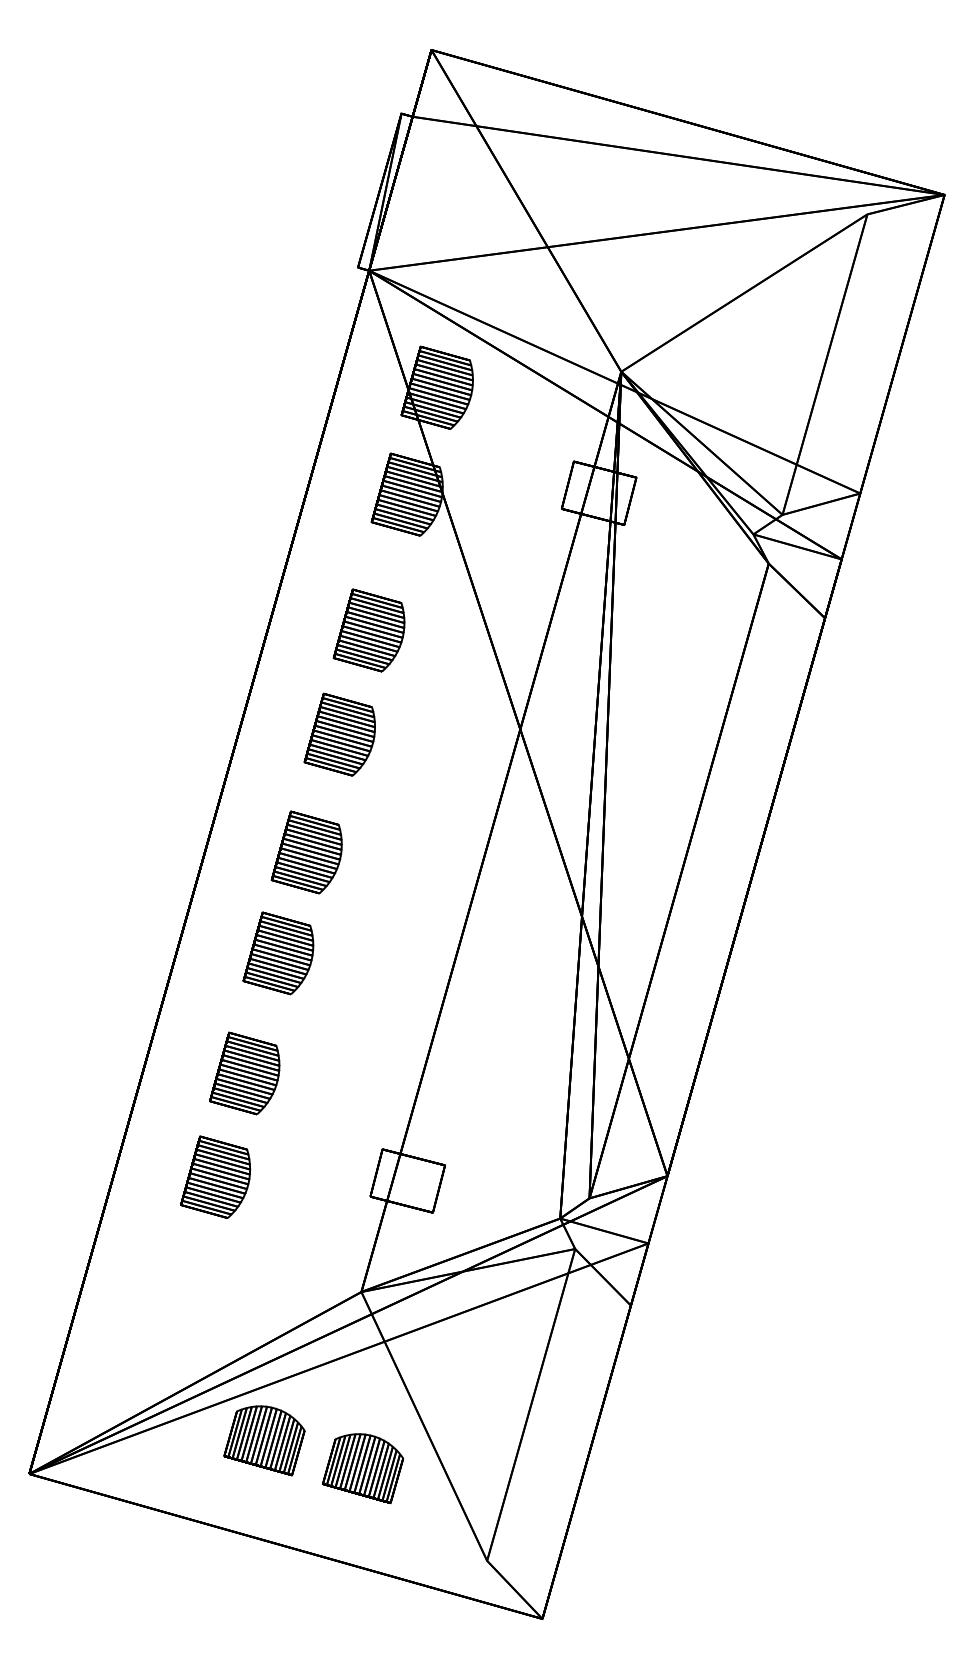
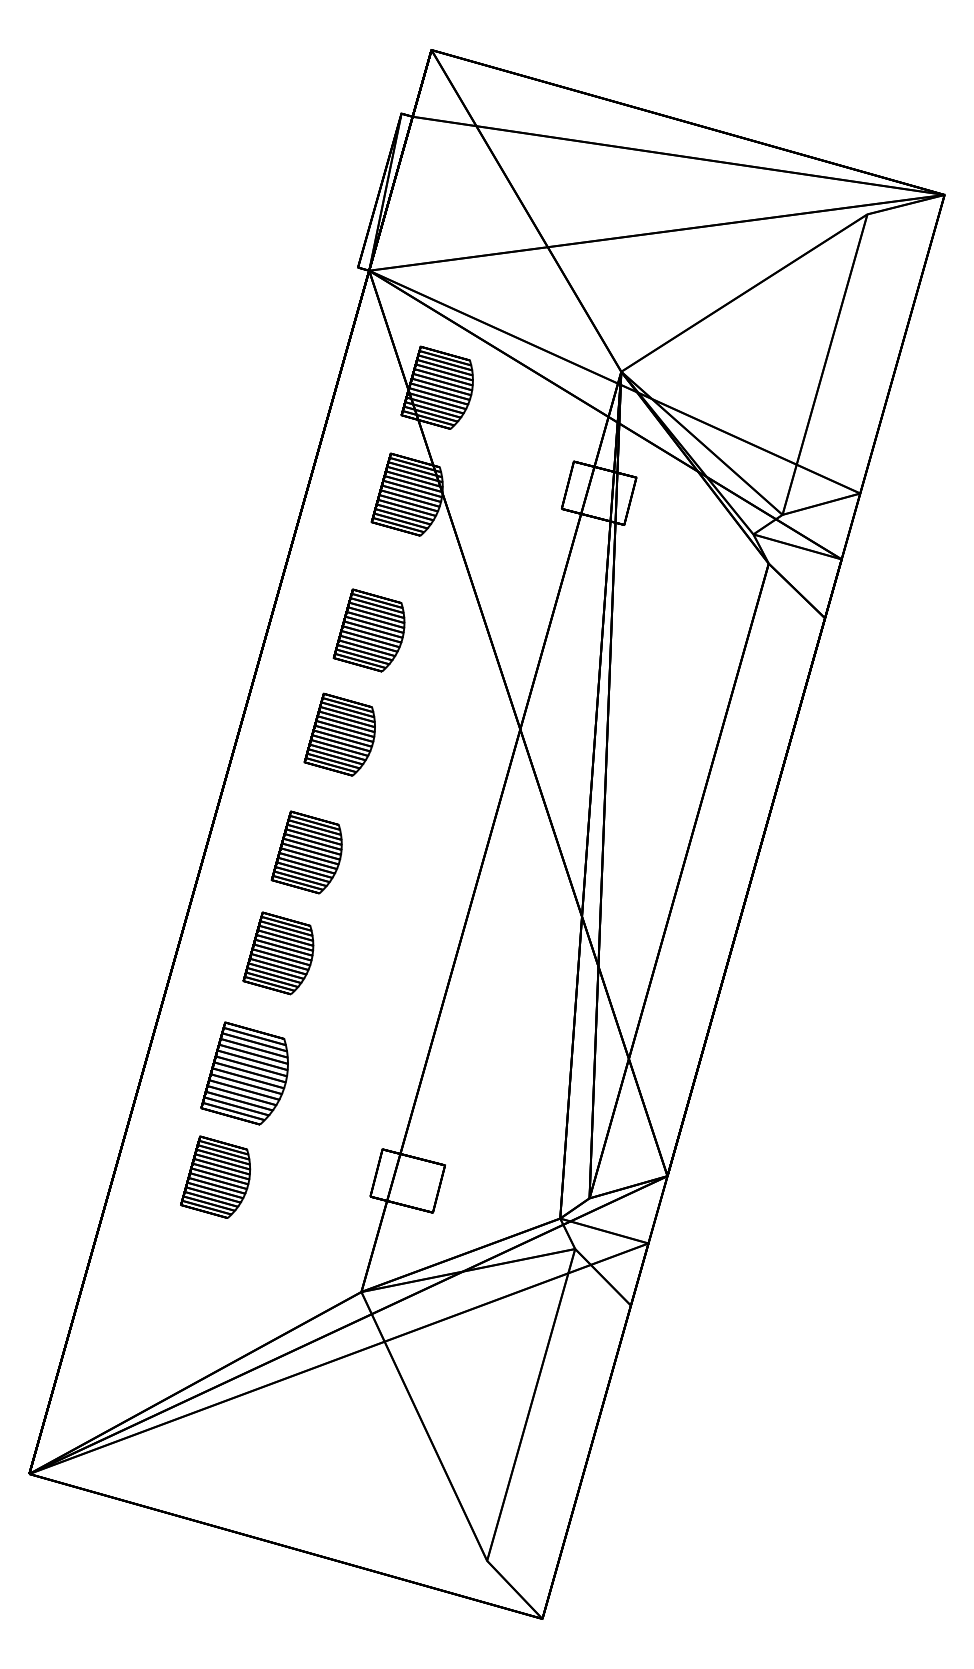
part at (244, 1073) size: 72x85 px -> 89x105 px
part at (264, 1440): present -> none
part at (363, 1468): present -> none
